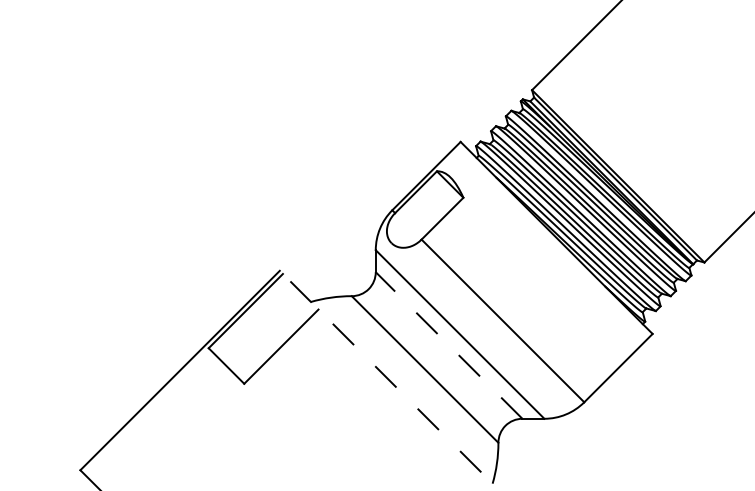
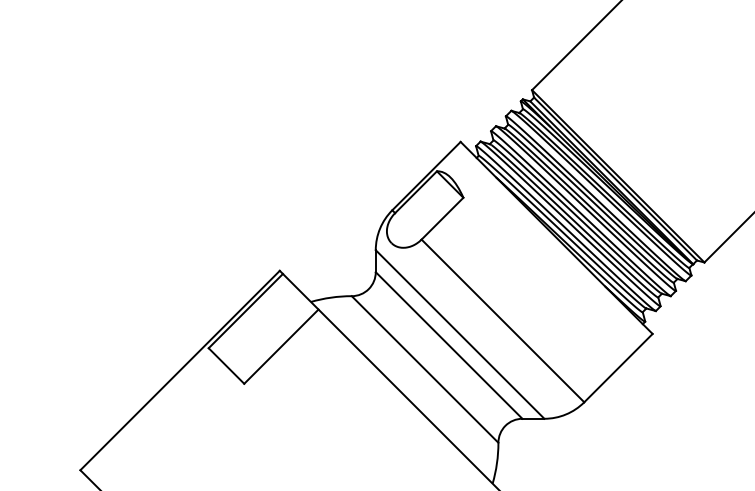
line at (449, 345): dashed -> solid
line at (389, 380): dashed -> solid
